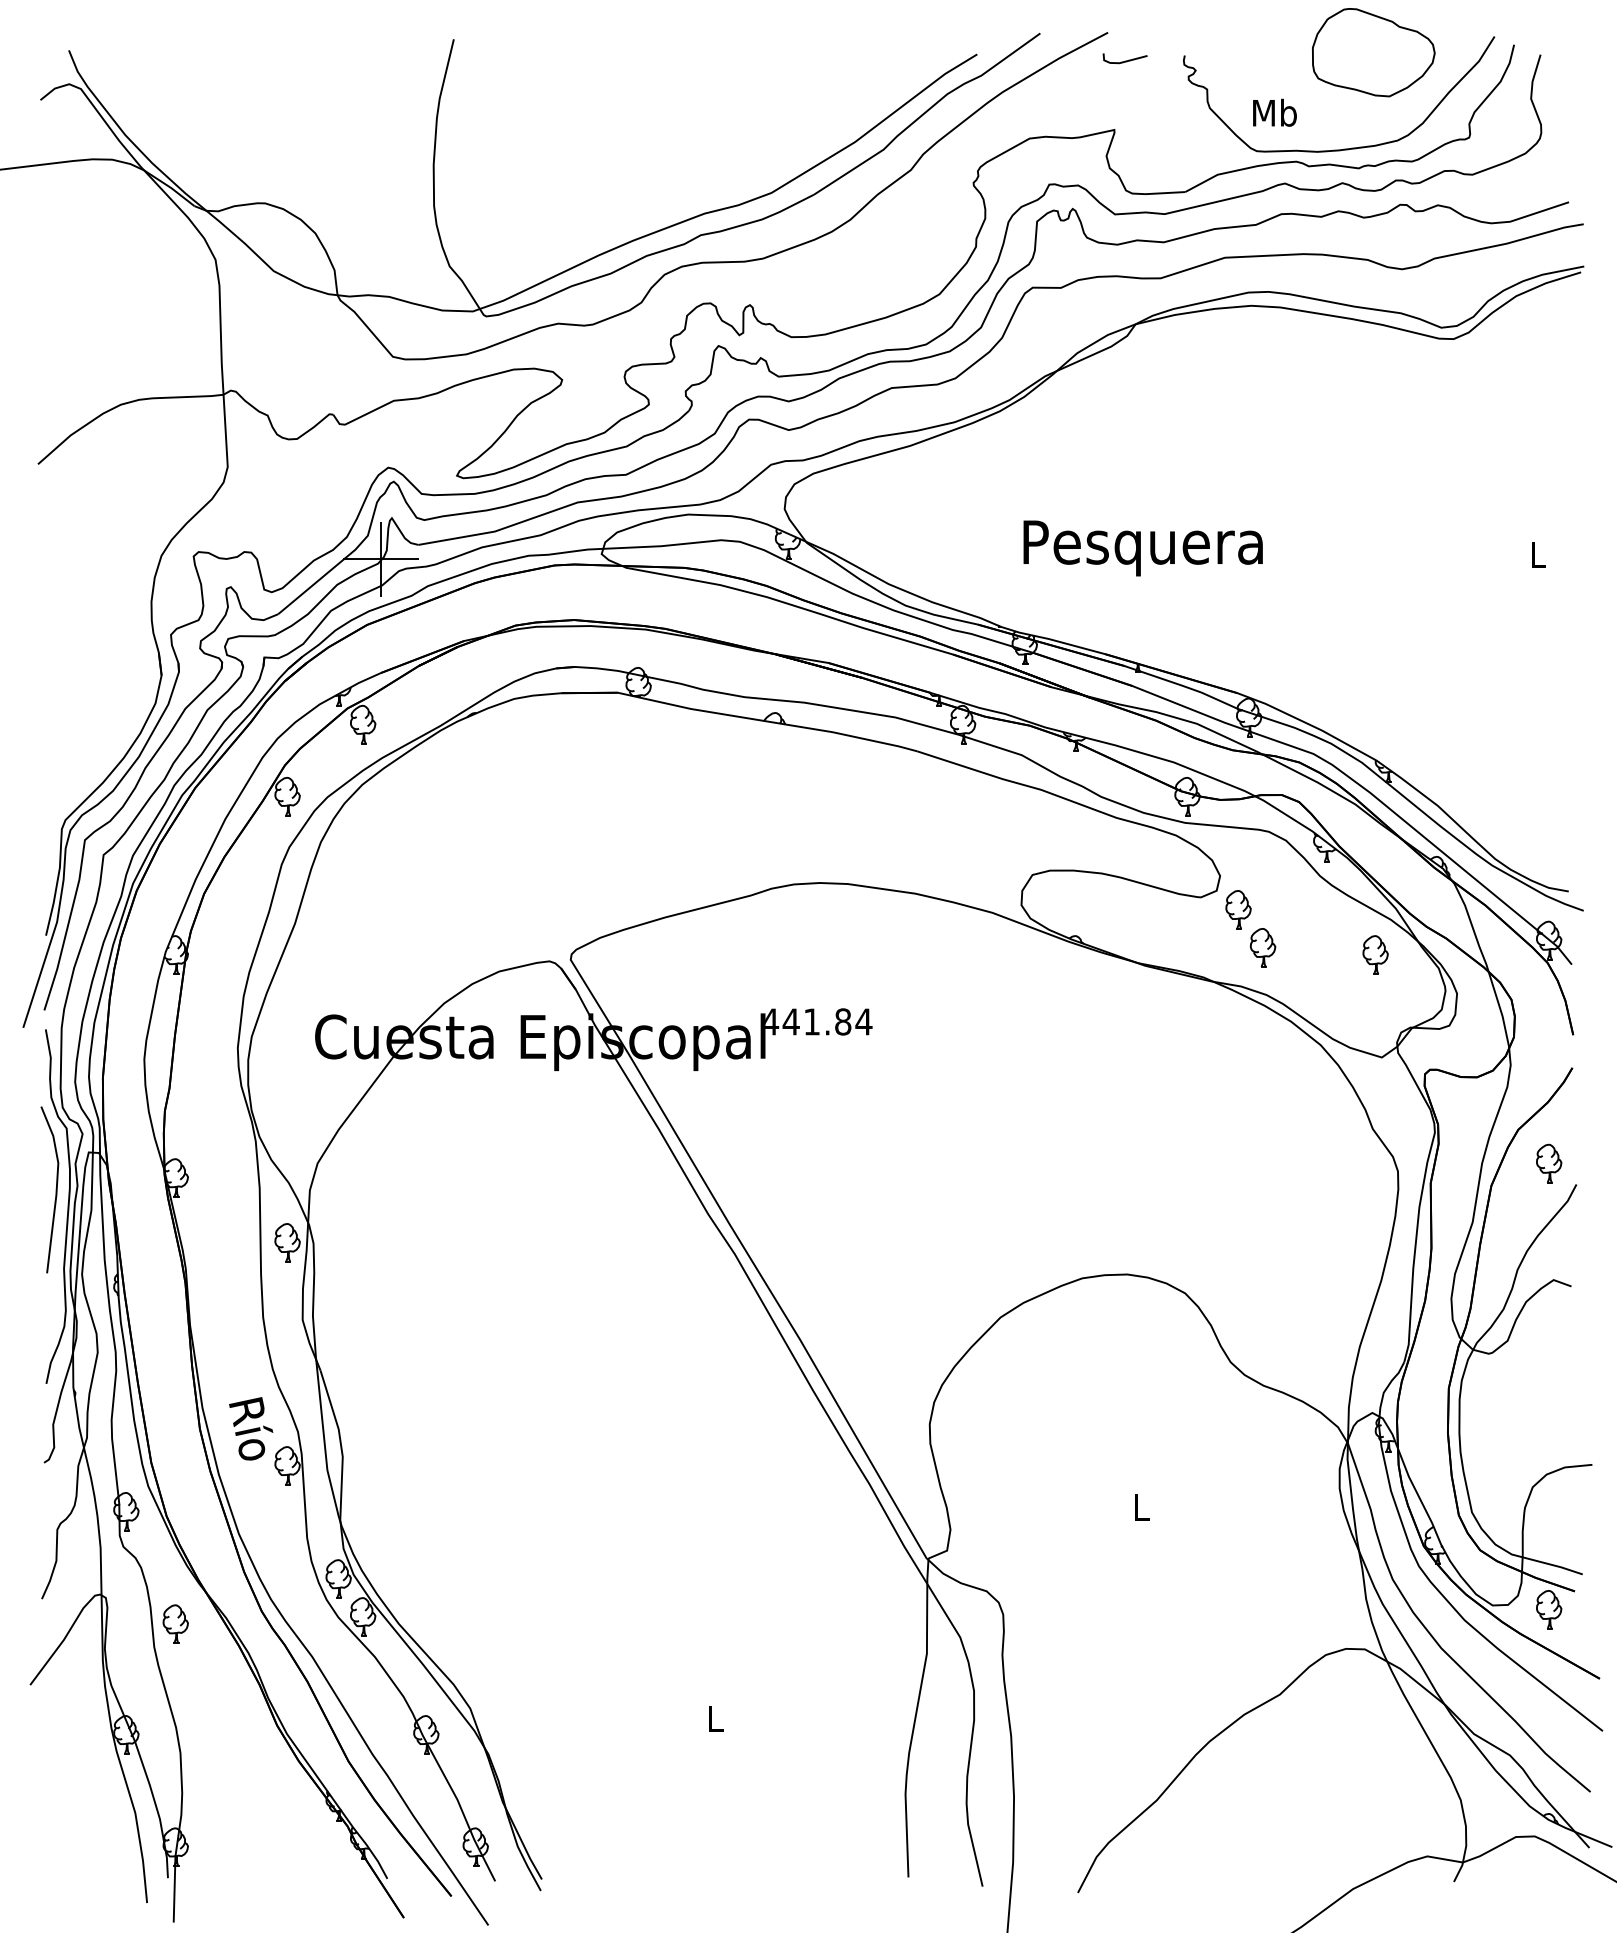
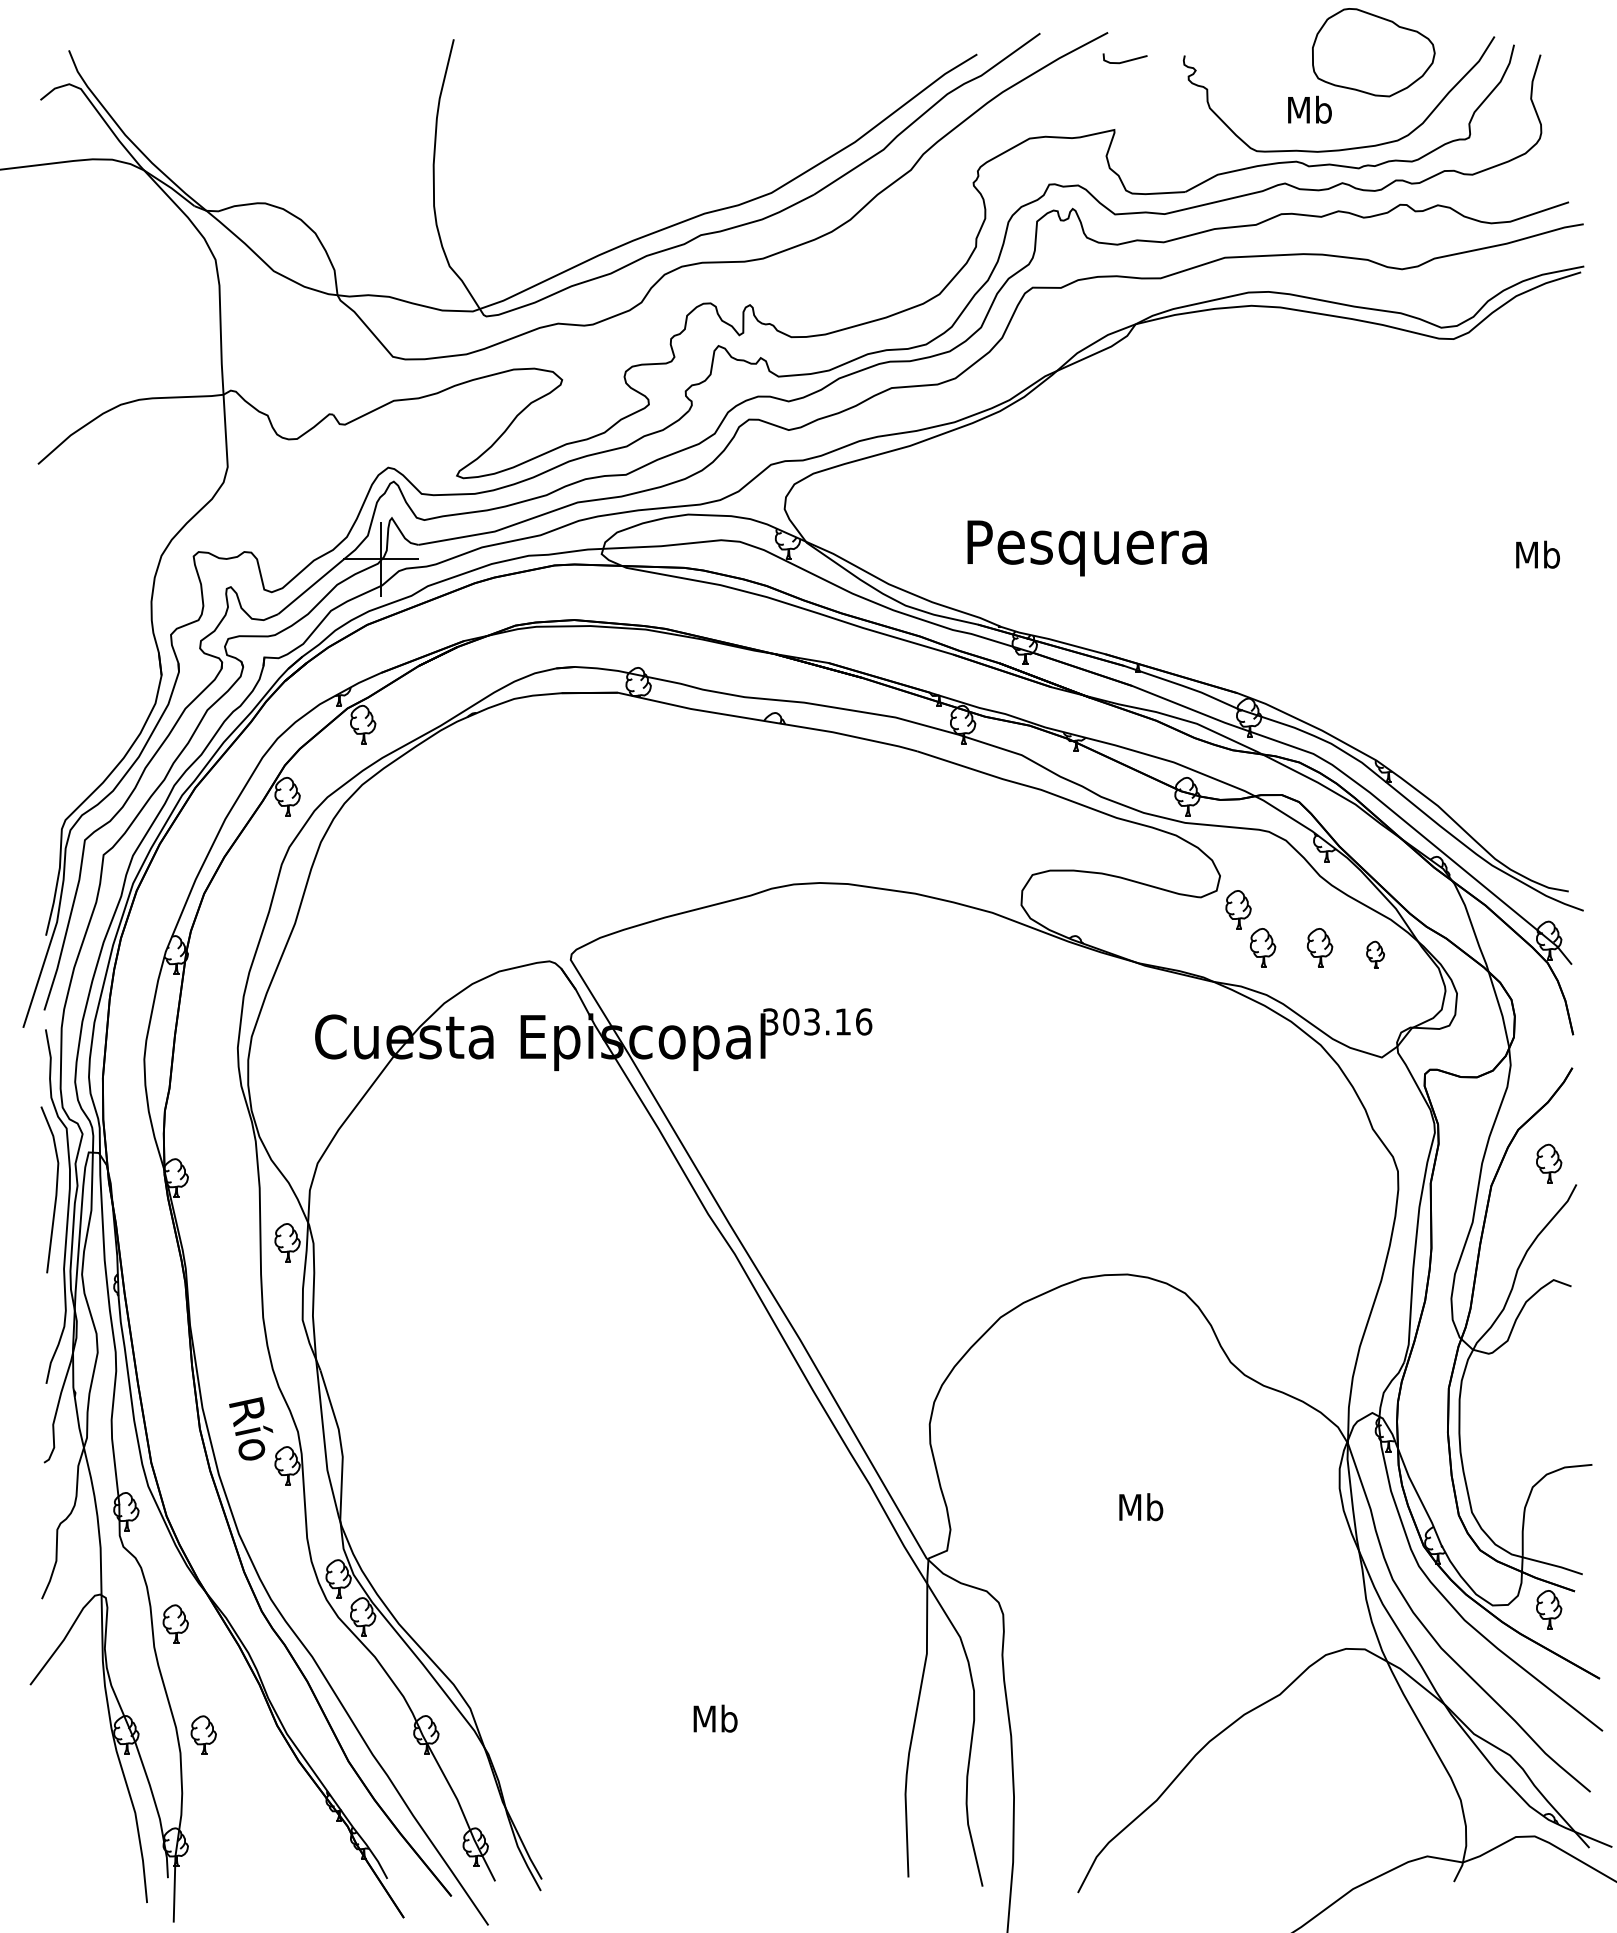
text at (1274, 112) position: (1274, 112) -> (1309, 109)
text at (1142, 548) position: (1142, 548) -> (1086, 548)
text at (1538, 554): L -> Mb
part at (1320, 947): none -> present
part at (1375, 954) size: 27x40 px -> 20x29 px
text at (817, 1021): 441.84 -> 303.16
text at (1141, 1507): L -> Mb
text at (715, 1718): L -> Mb
part at (203, 1734): none -> present
